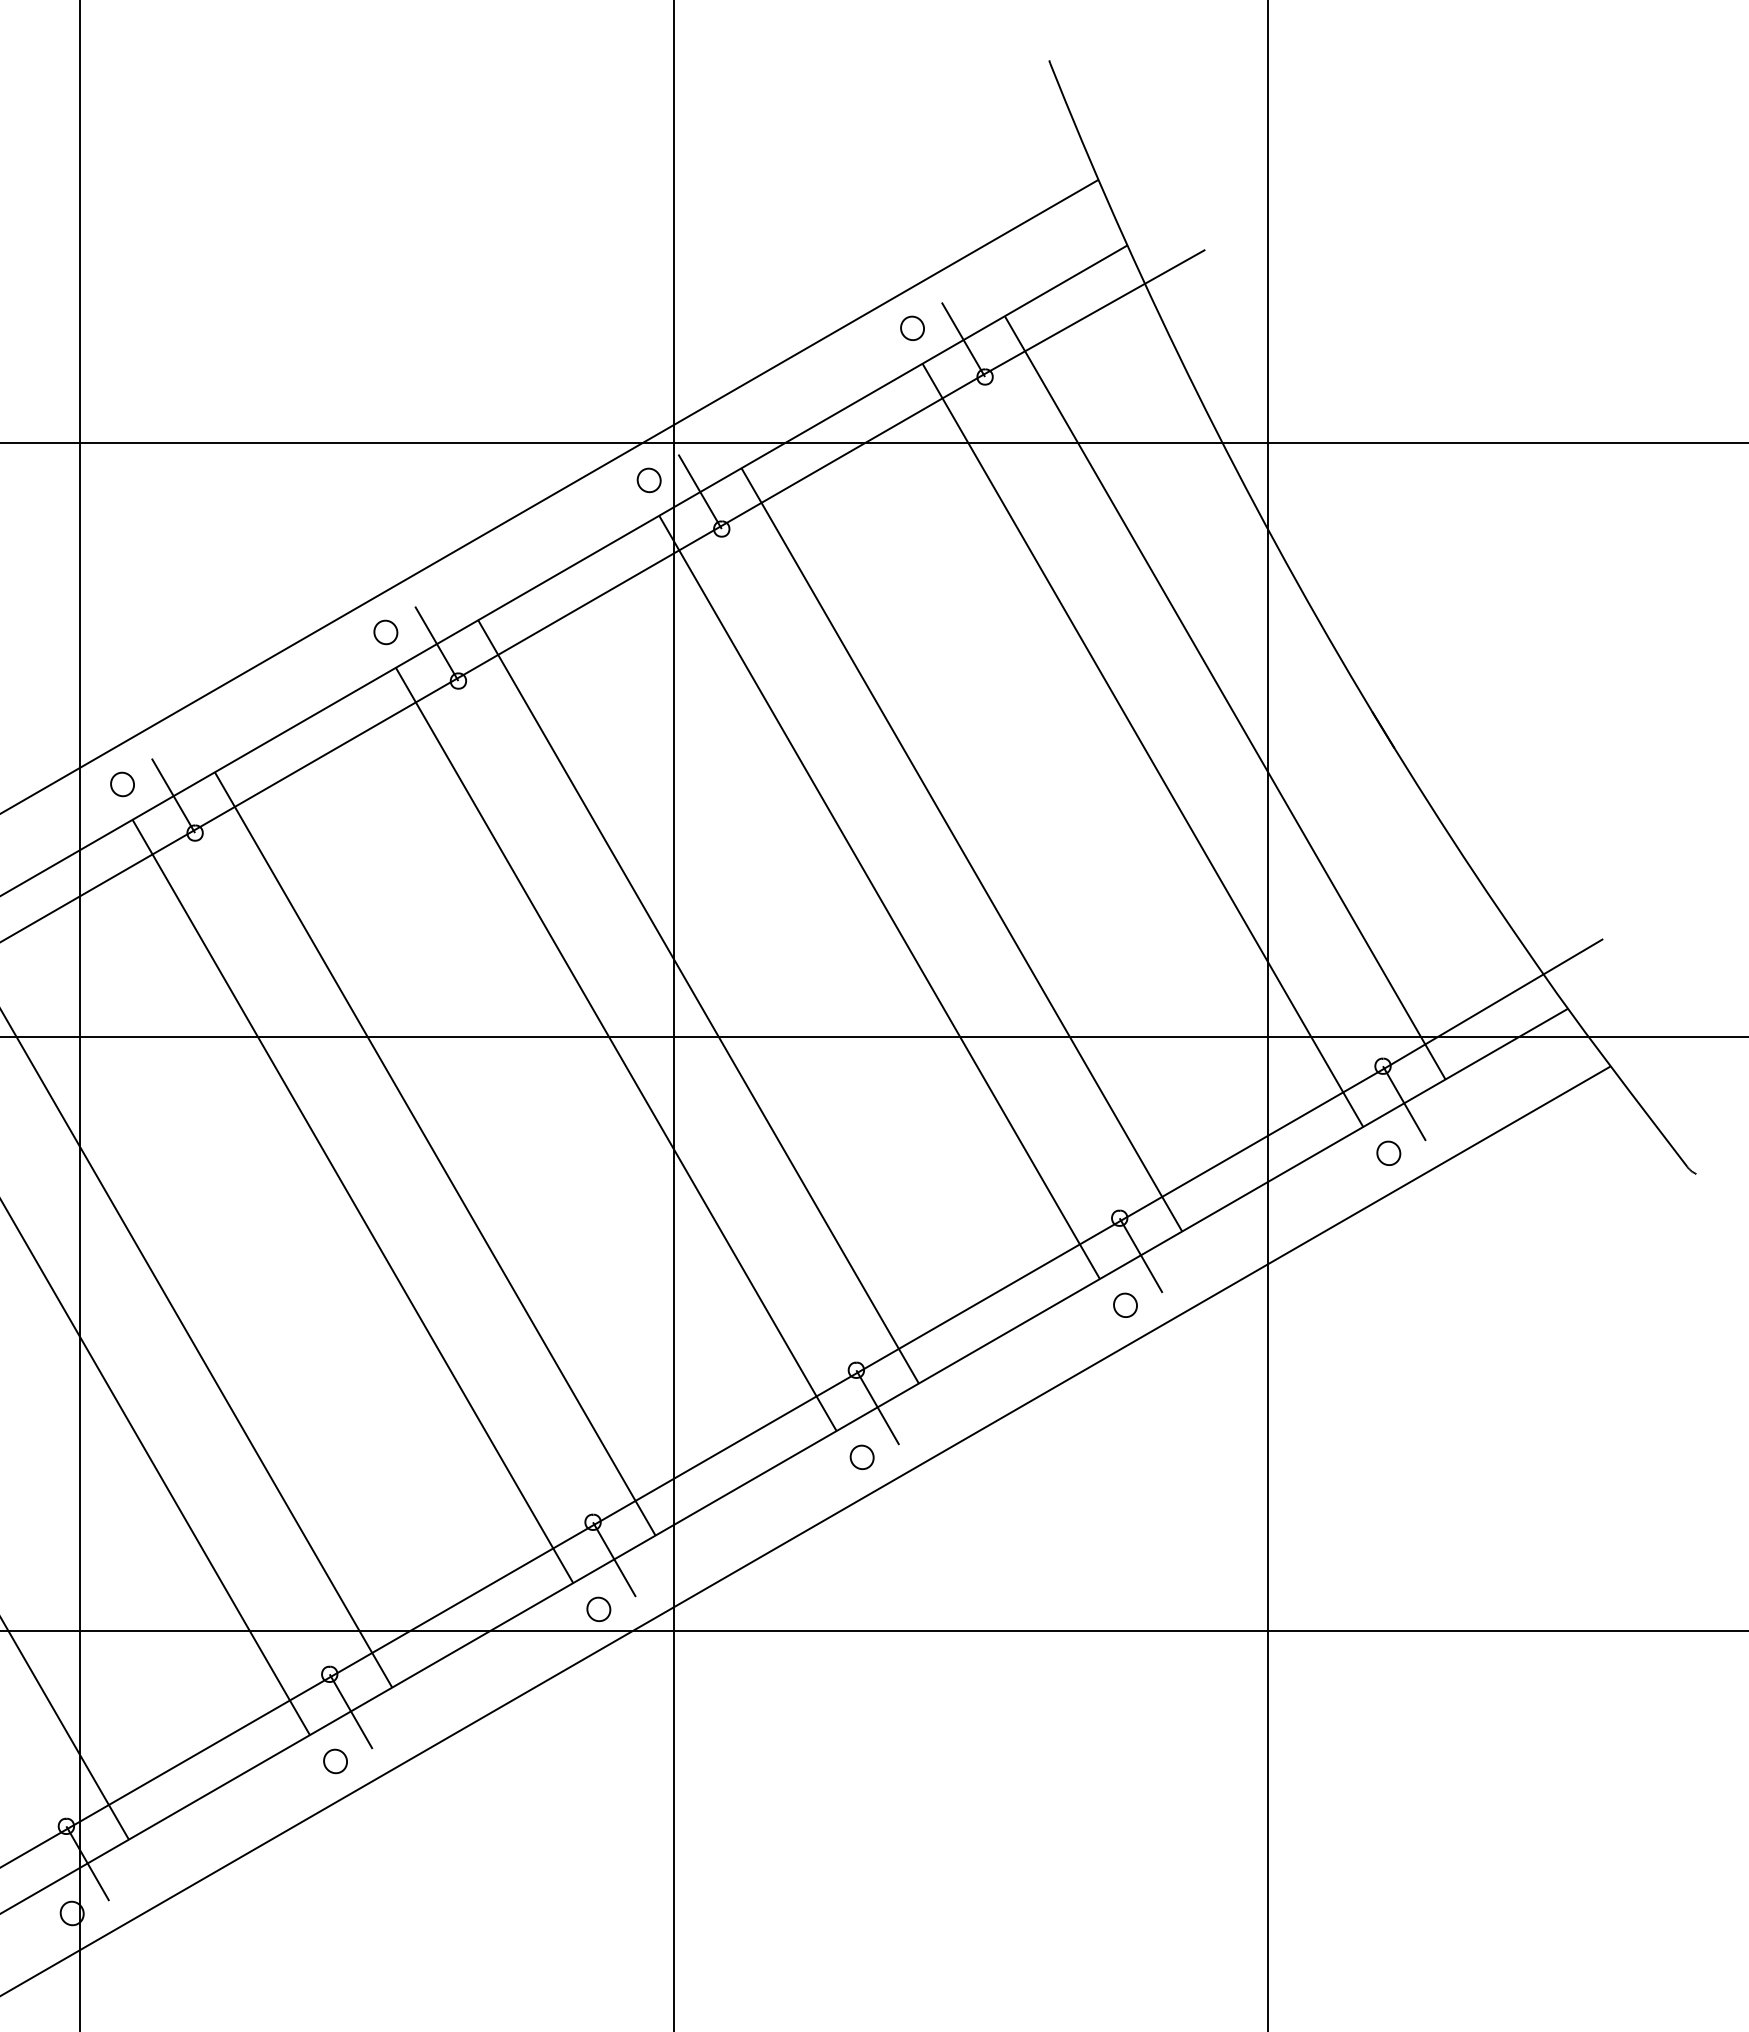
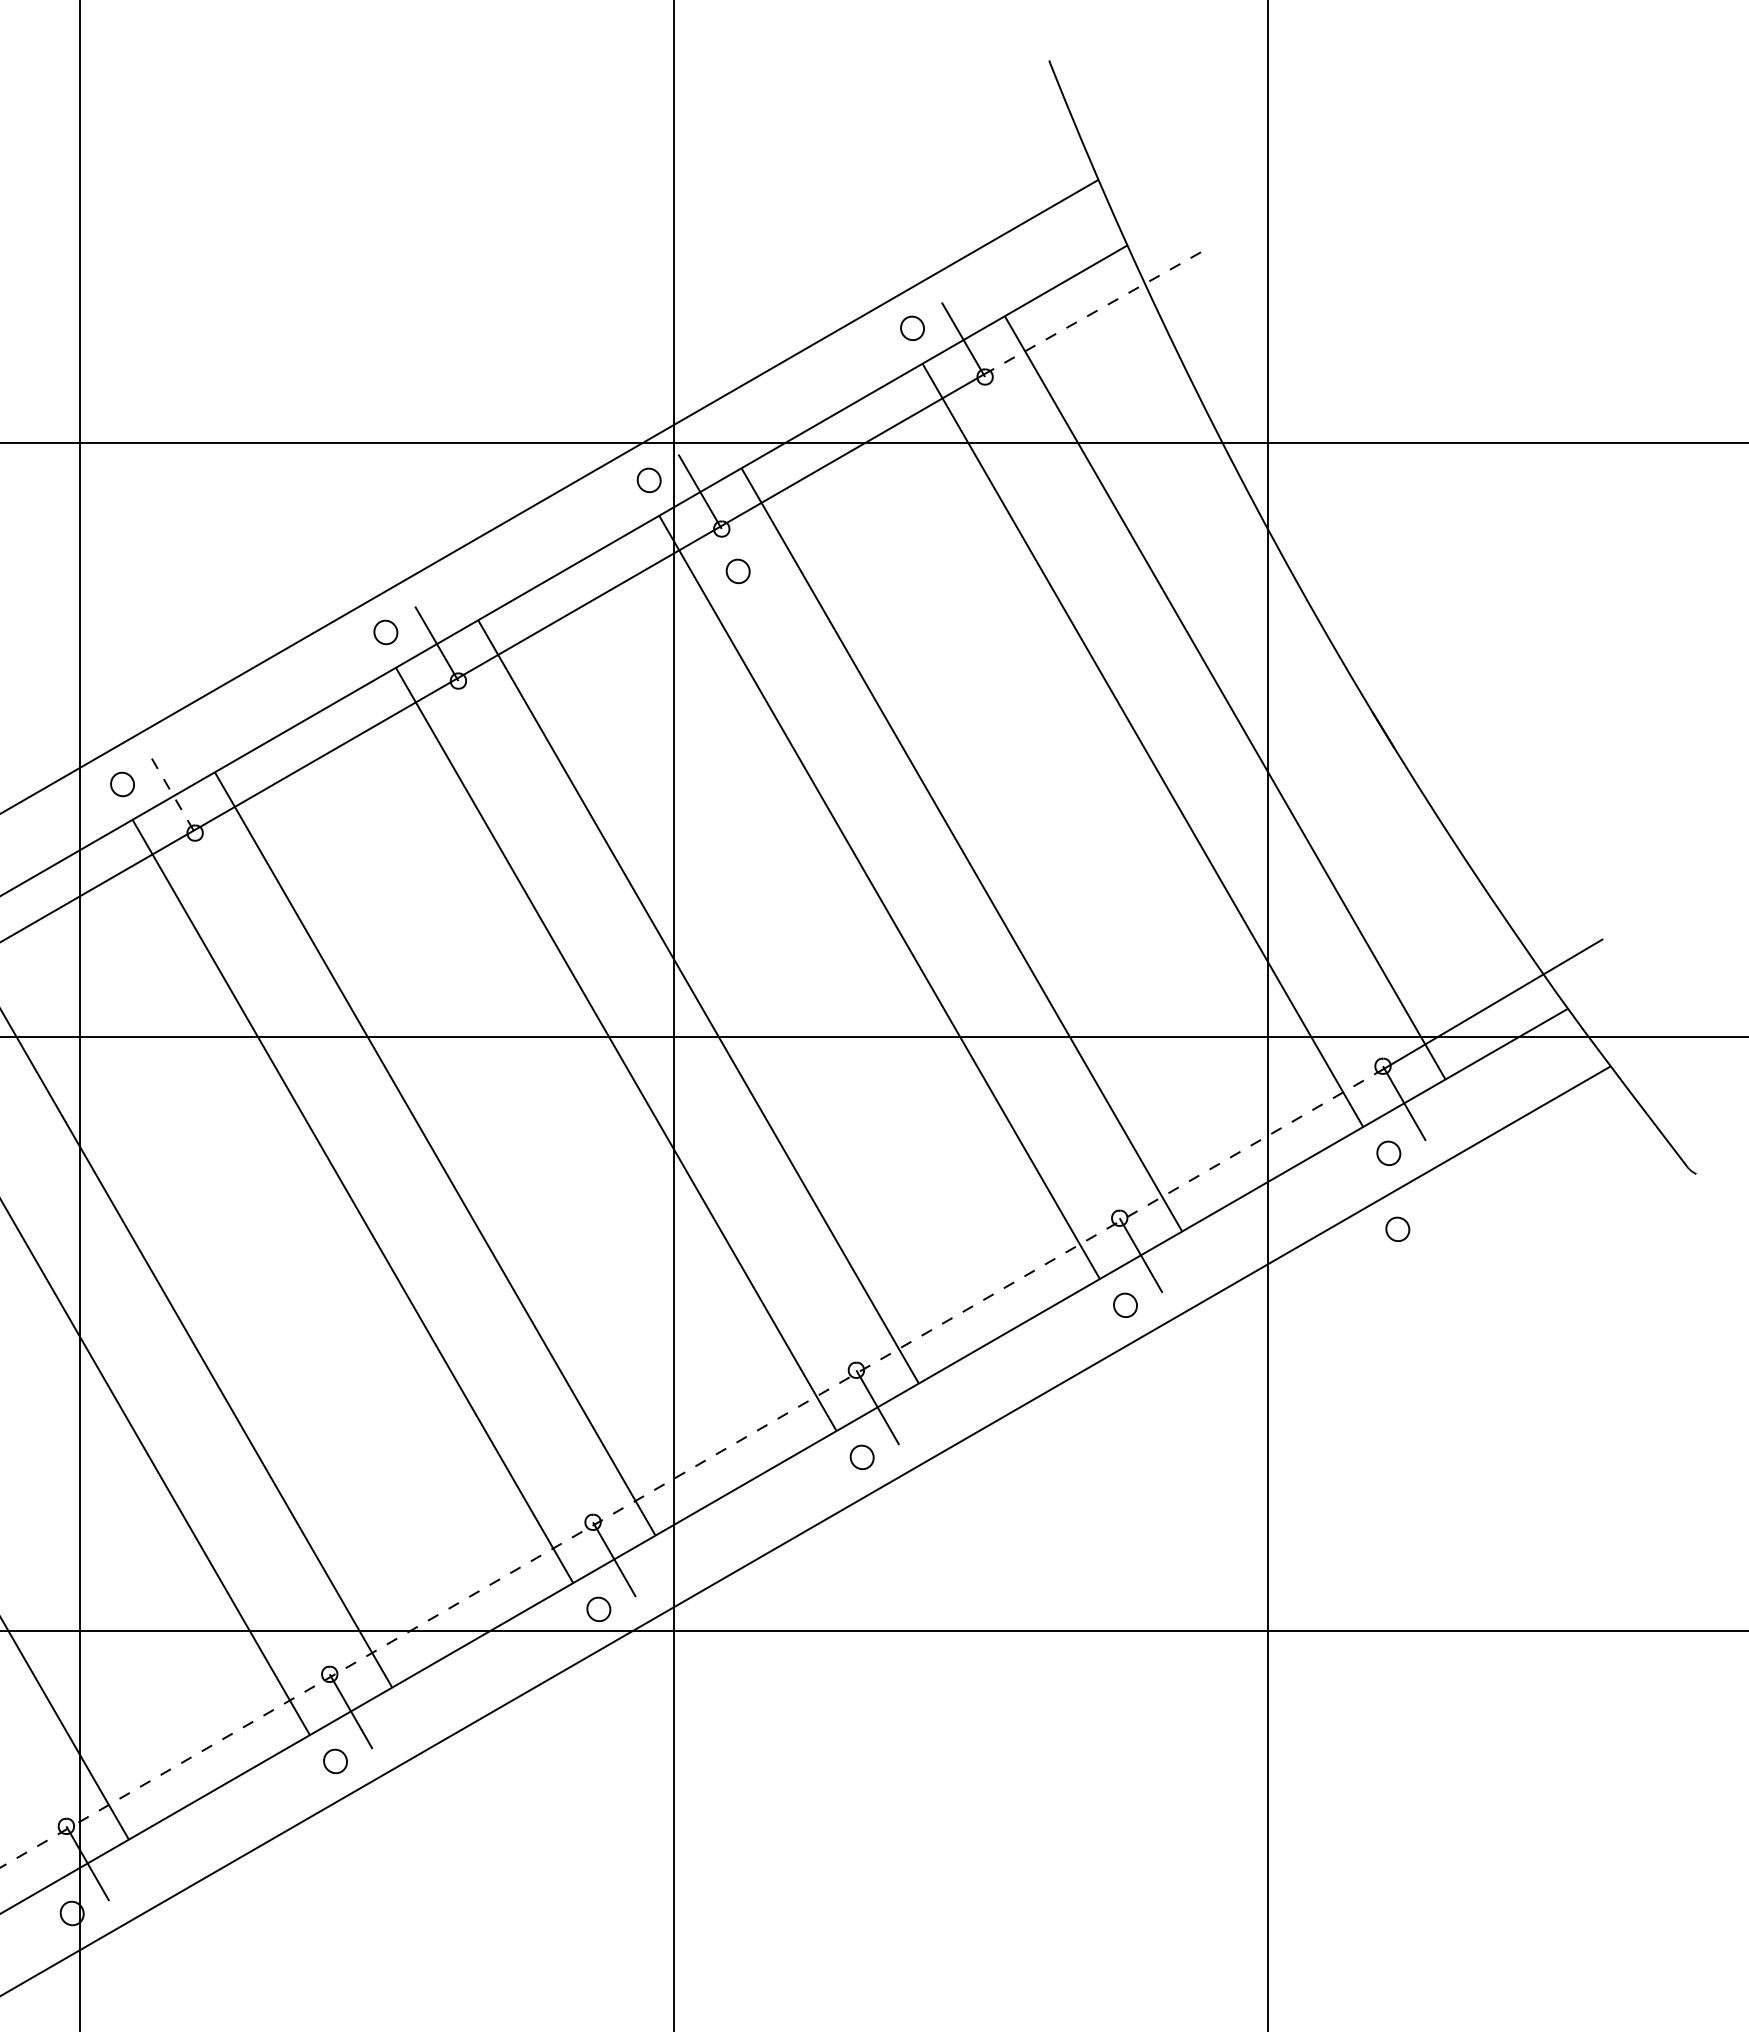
line at (1094, 312): solid -> dashed
part at (737, 571): none -> present
line at (173, 796): solid -> dashed
part at (1397, 1228): none -> present
line at (692, 1468): solid -> dashed
